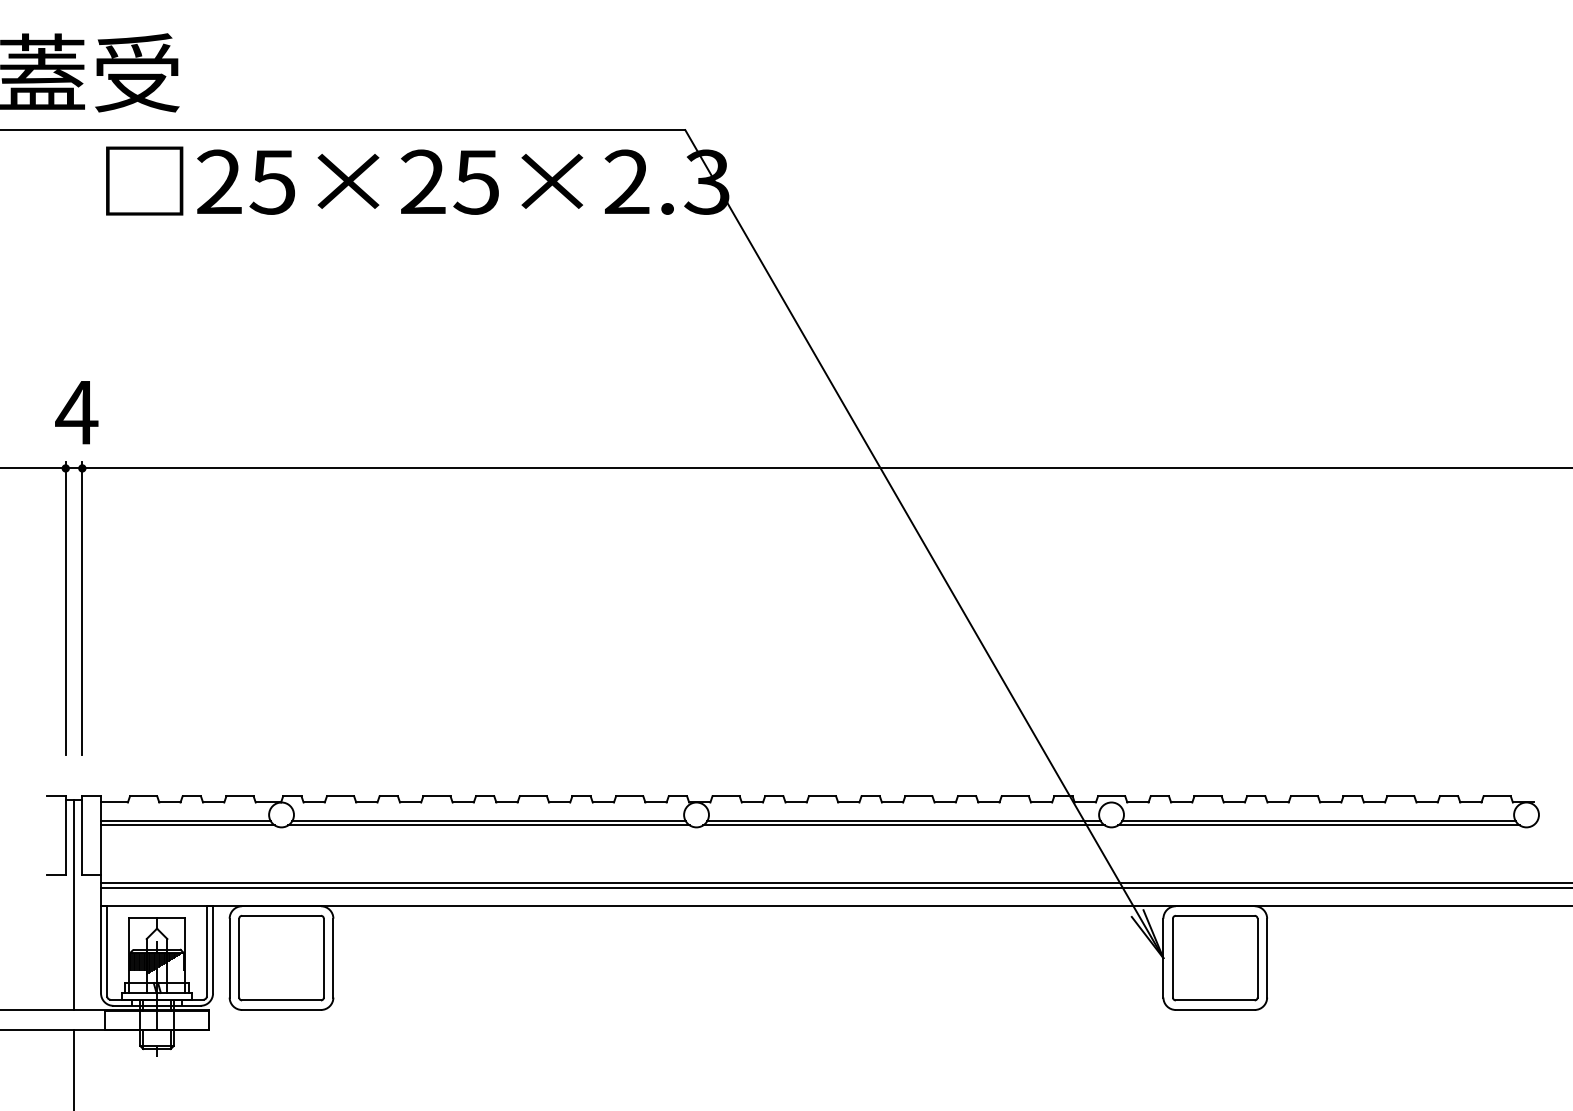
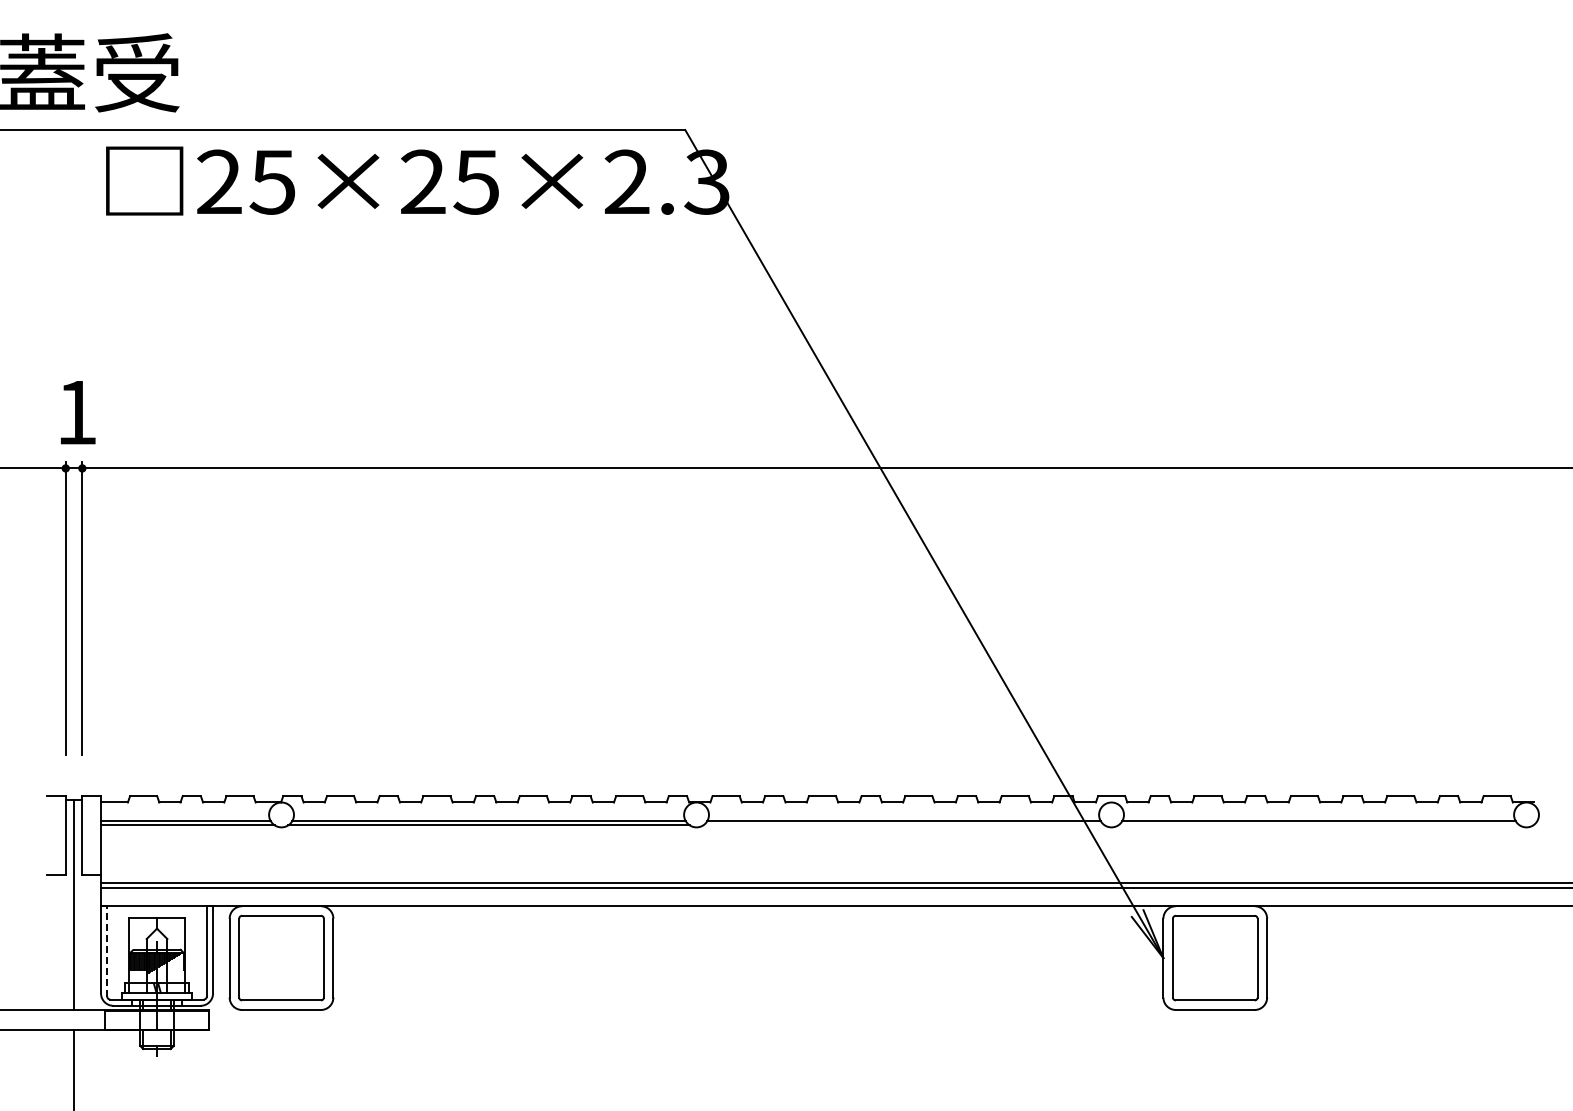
text at (76, 412): 4 -> 1
line at (903, 825): present -> none
line at (1318, 825): present -> none
line at (107, 950): solid -> dashed
